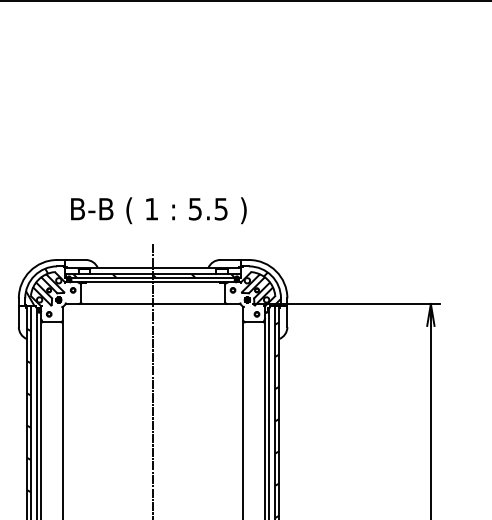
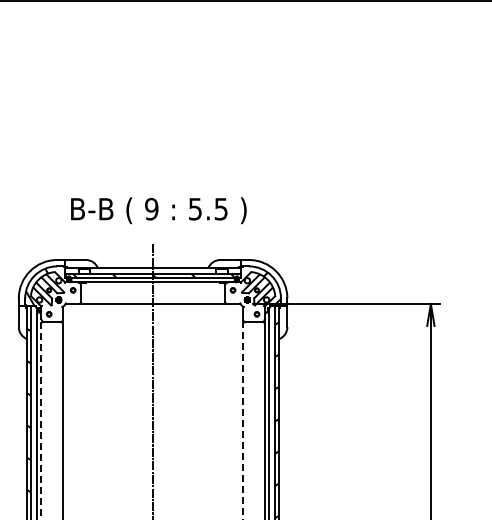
text at (151, 208): 1 -> 9
line at (41, 418): solid -> dashed
line at (243, 420): solid -> dashed
